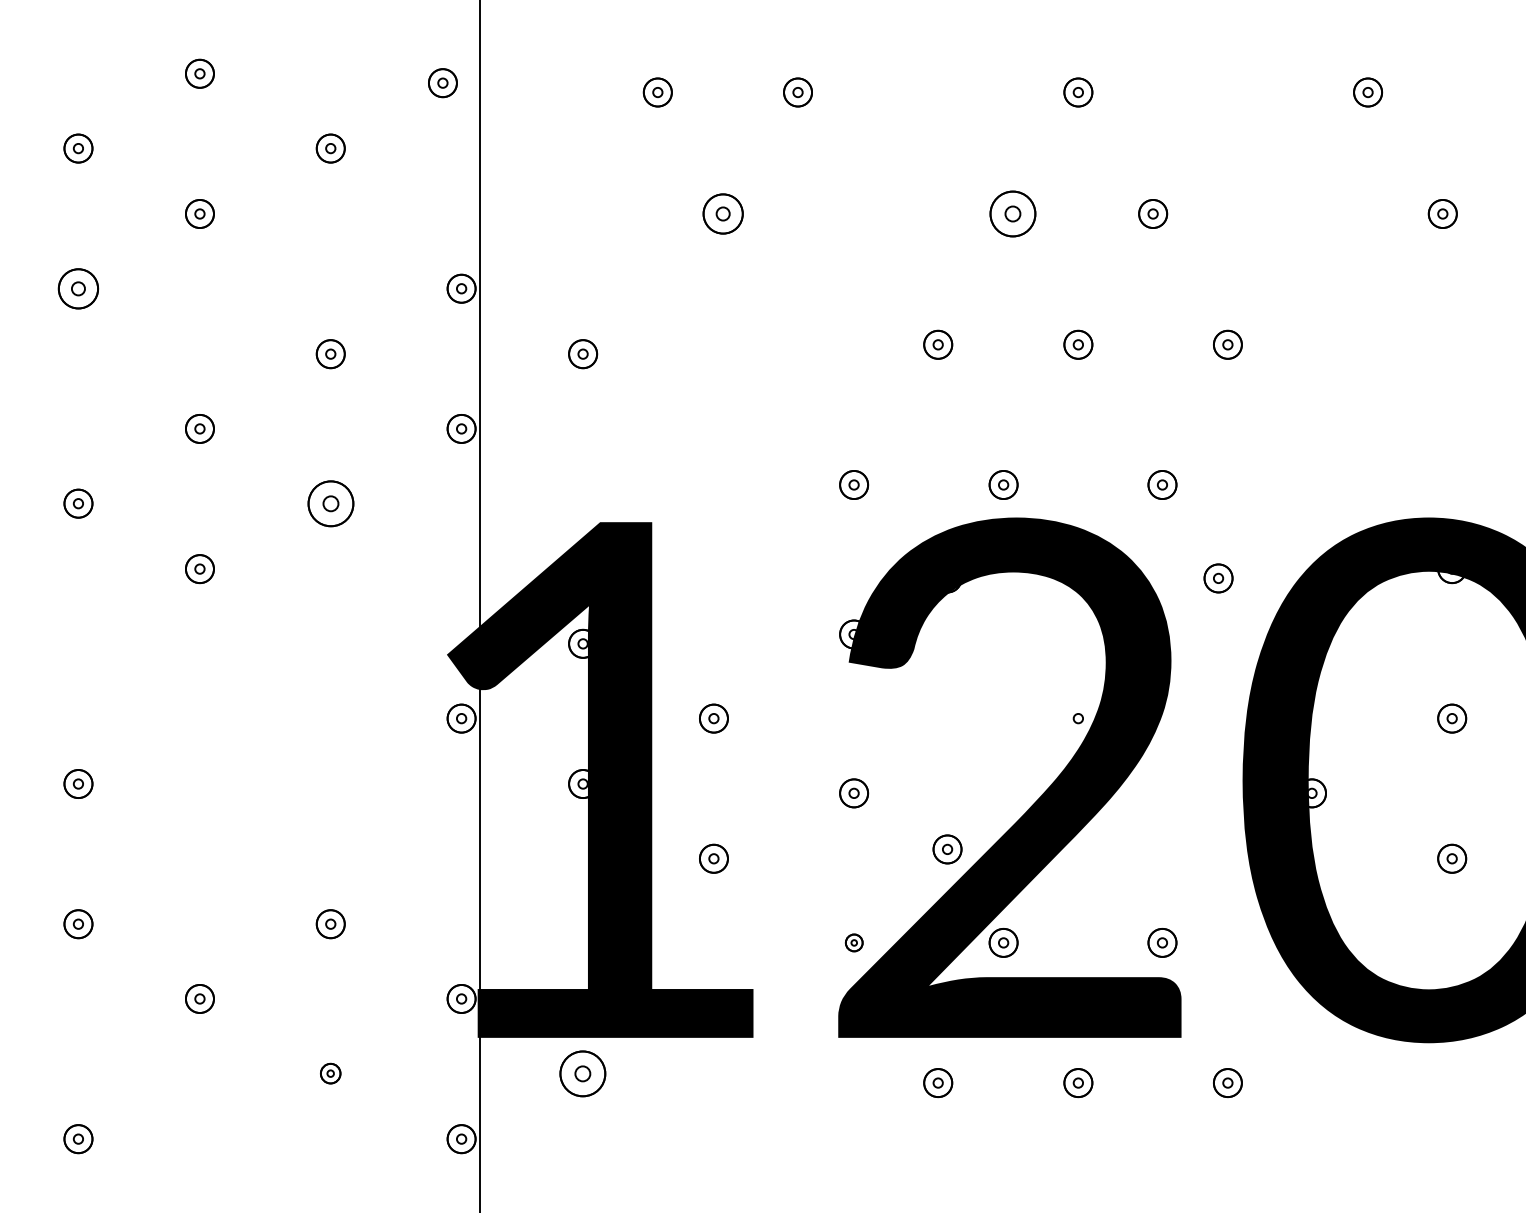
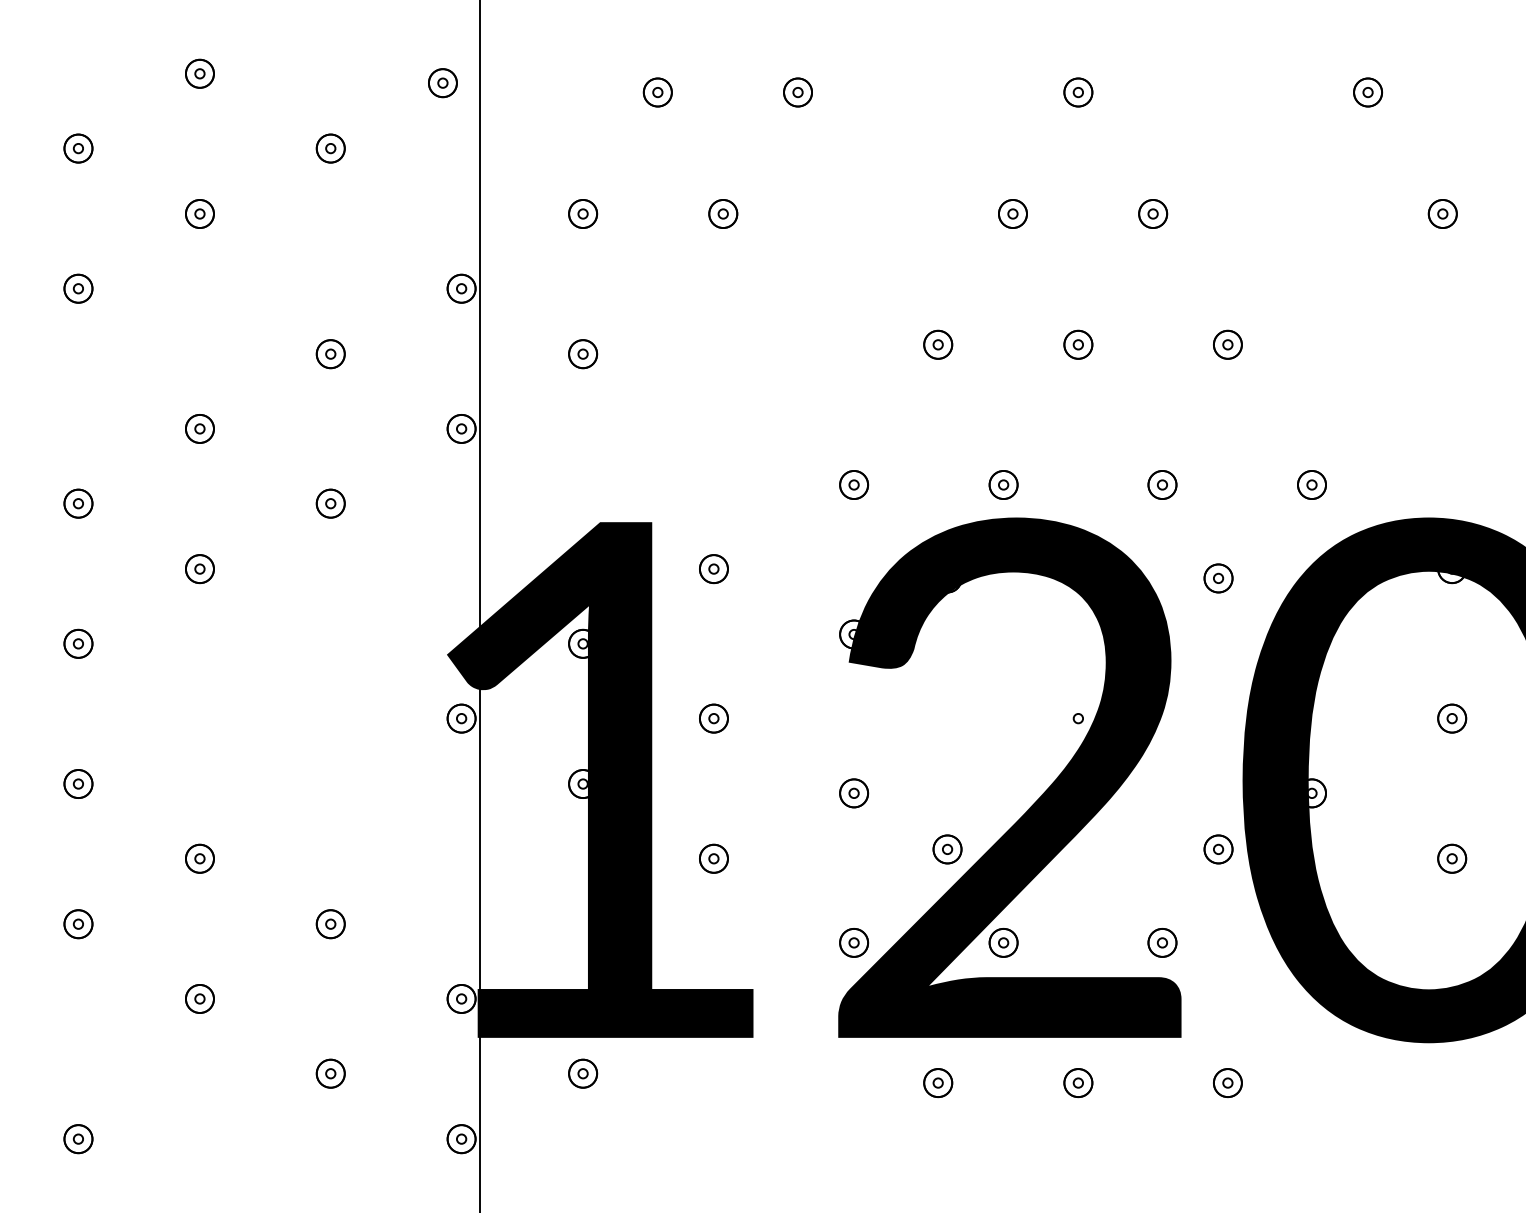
part at (583, 213): none -> present
part at (722, 213) size: 42x42 px -> 31x30 px
part at (1012, 213) size: 48x48 px -> 30x30 px
part at (78, 288) size: 43x42 px -> 31x31 px
part at (1311, 484): none -> present
part at (330, 503) size: 48x48 px -> 31x31 px
part at (713, 569): none -> present
part at (78, 643): none -> present
part at (1218, 849): none -> present
part at (199, 858): none -> present
part at (853, 942) size: 20x20 px -> 31x30 px
part at (330, 1073) size: 22x23 px -> 31x31 px
part at (582, 1073) size: 48x48 px -> 31x31 px
